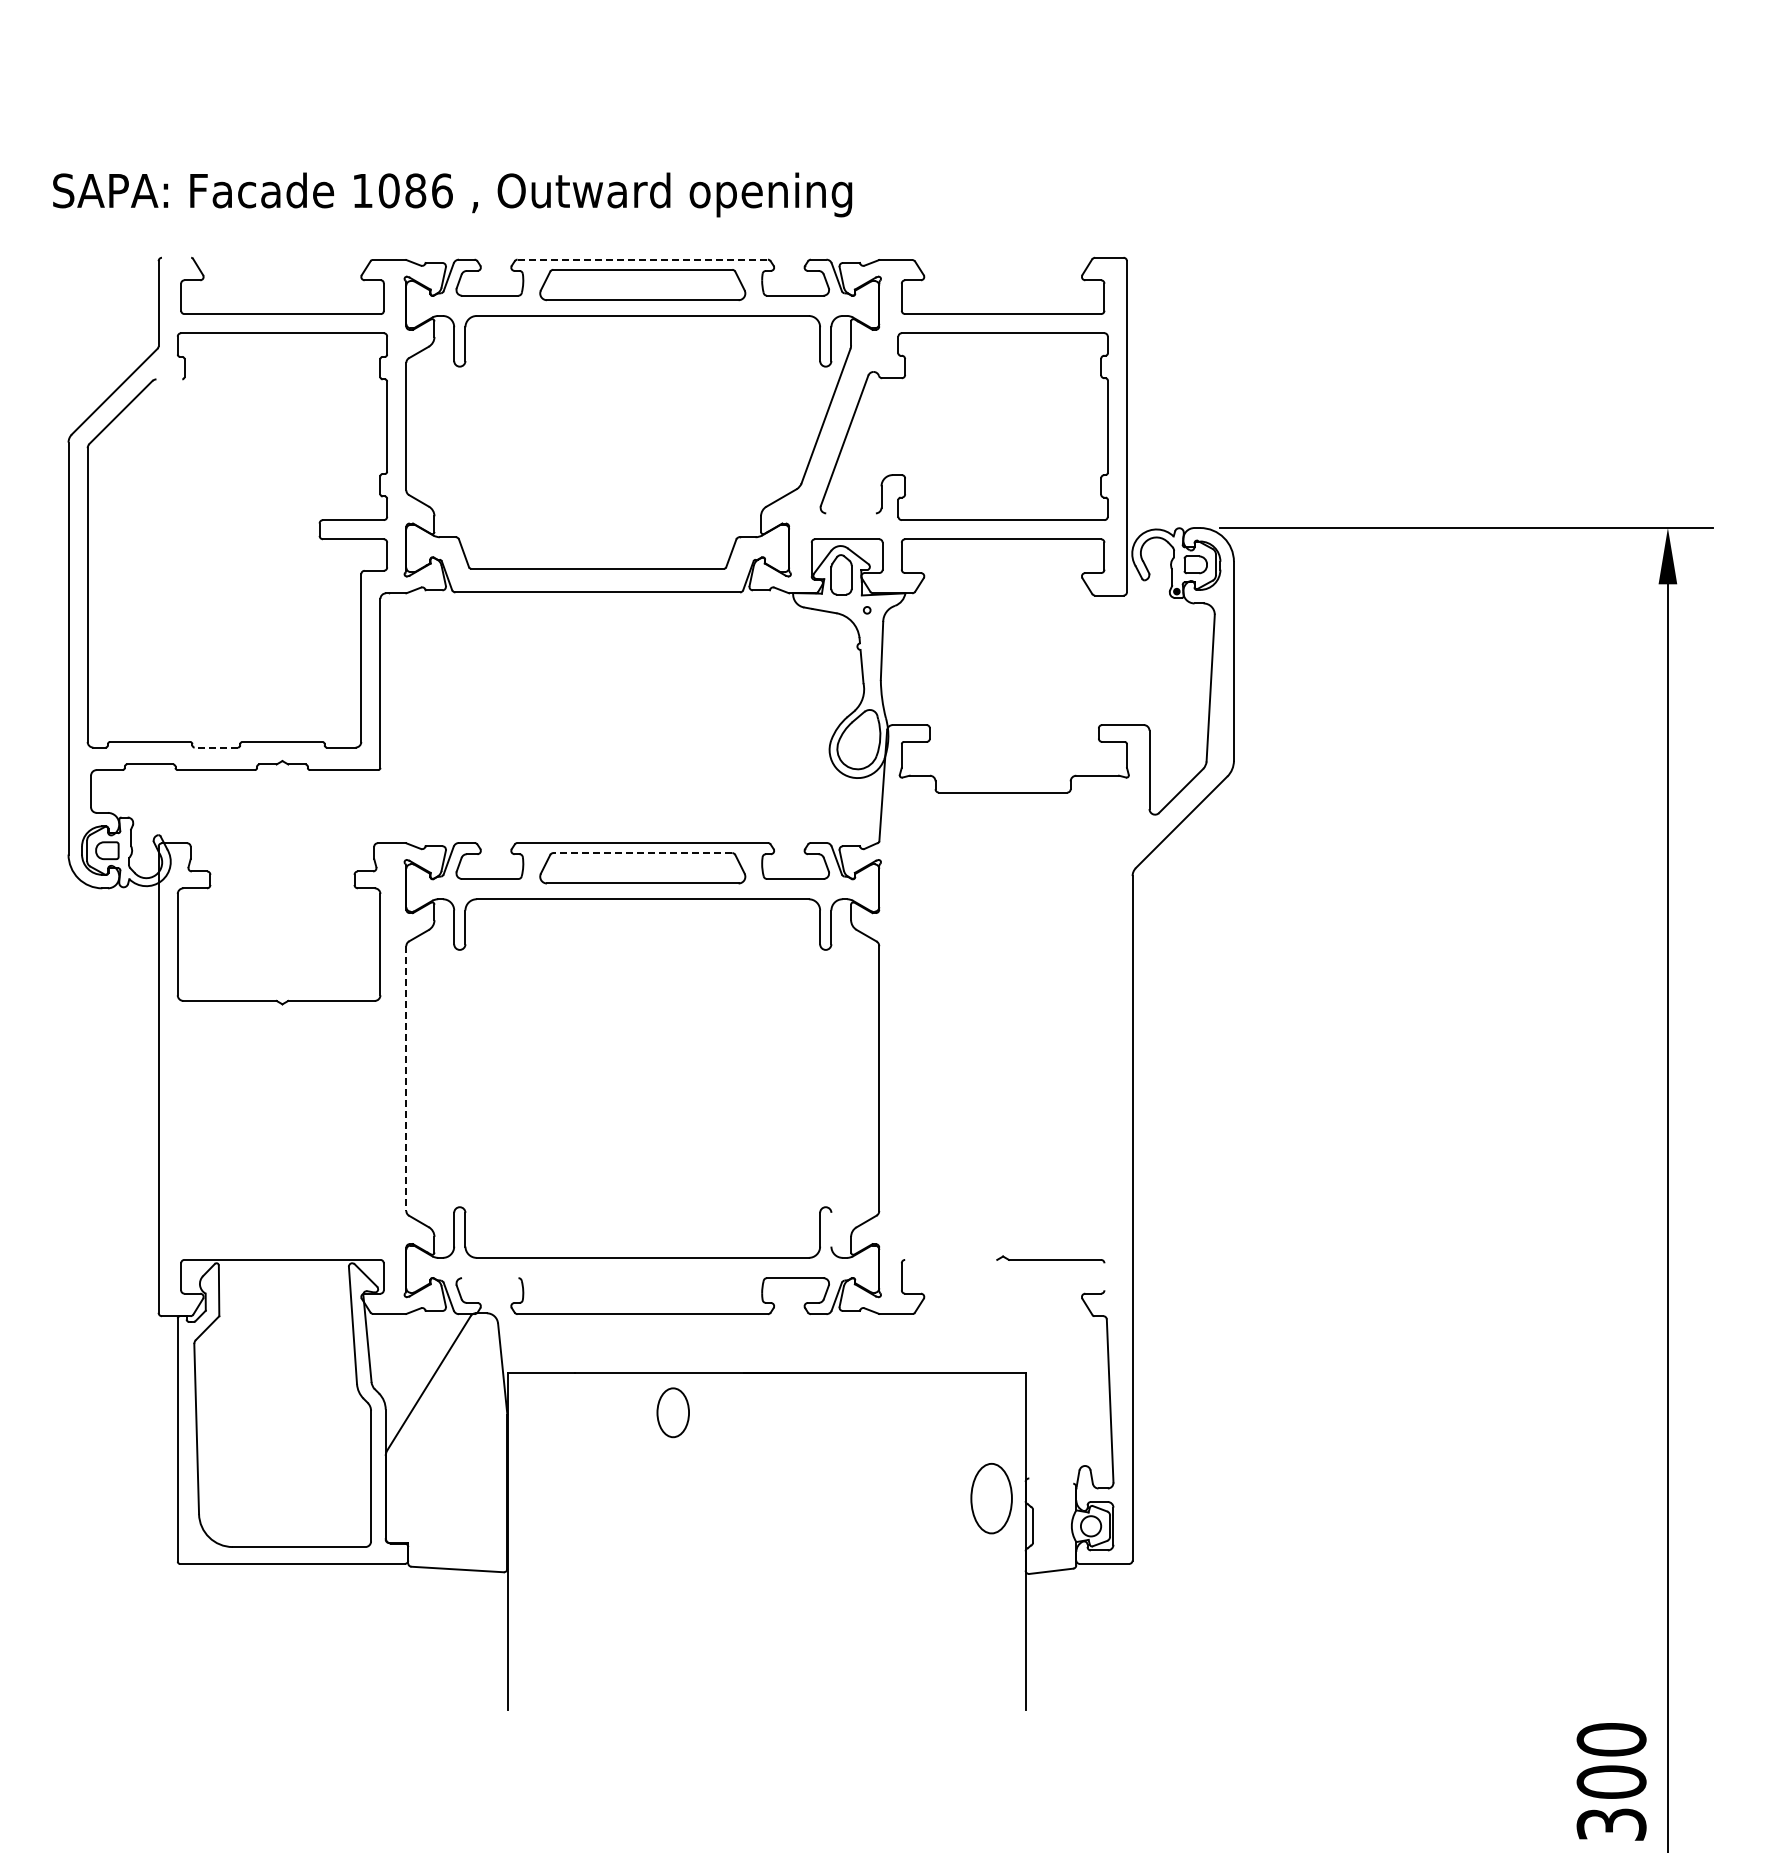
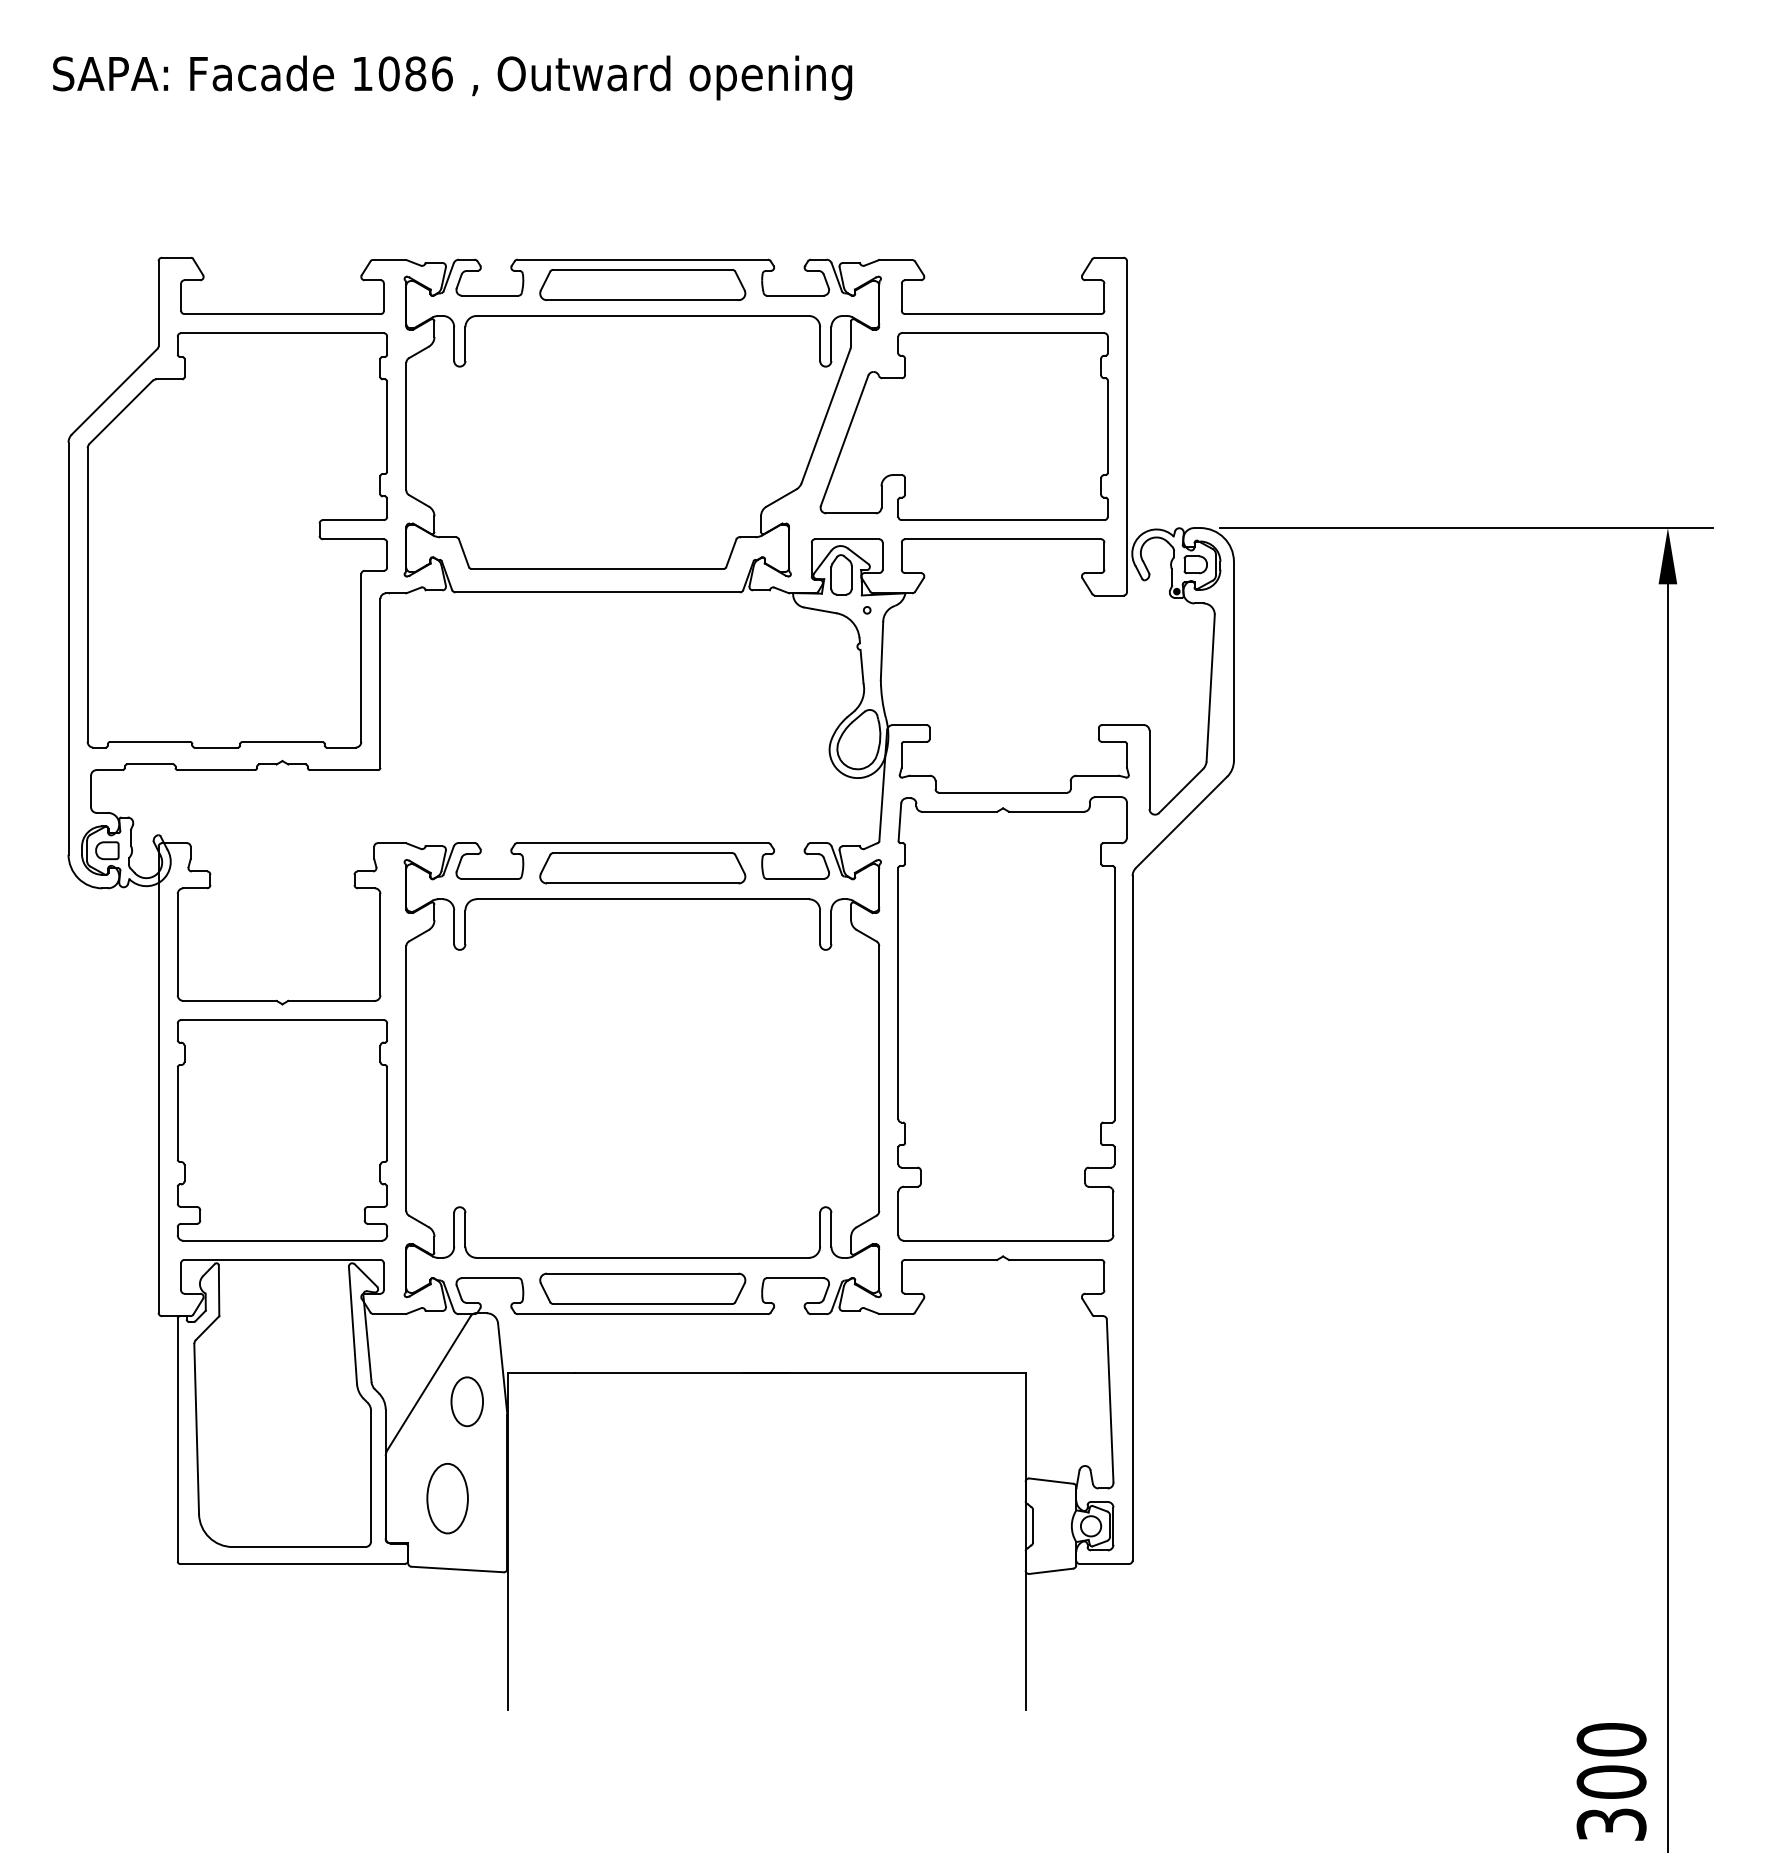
text at (452, 194) position: (452, 194) -> (452, 77)
line at (176, 257): none -> present
line at (643, 259): dashed -> solid
line at (169, 379): none -> present
line at (850, 513): none -> present
line at (216, 747): dashed -> solid
line at (642, 853): dashed -> solid
part at (1012, 1018): none -> present
line at (406, 1079): dashed -> solid
part at (281, 1130): none -> present
line at (831, 1229): none -> present
line at (951, 1259): none -> present
line at (1104, 1276): none -> present
line at (490, 1278): none -> present
part at (642, 1288): none -> present
part at (672, 1412) position: (672, 1412) -> (466, 1401)
line at (1051, 1480): none -> present
part at (991, 1498) position: (991, 1498) -> (447, 1498)
